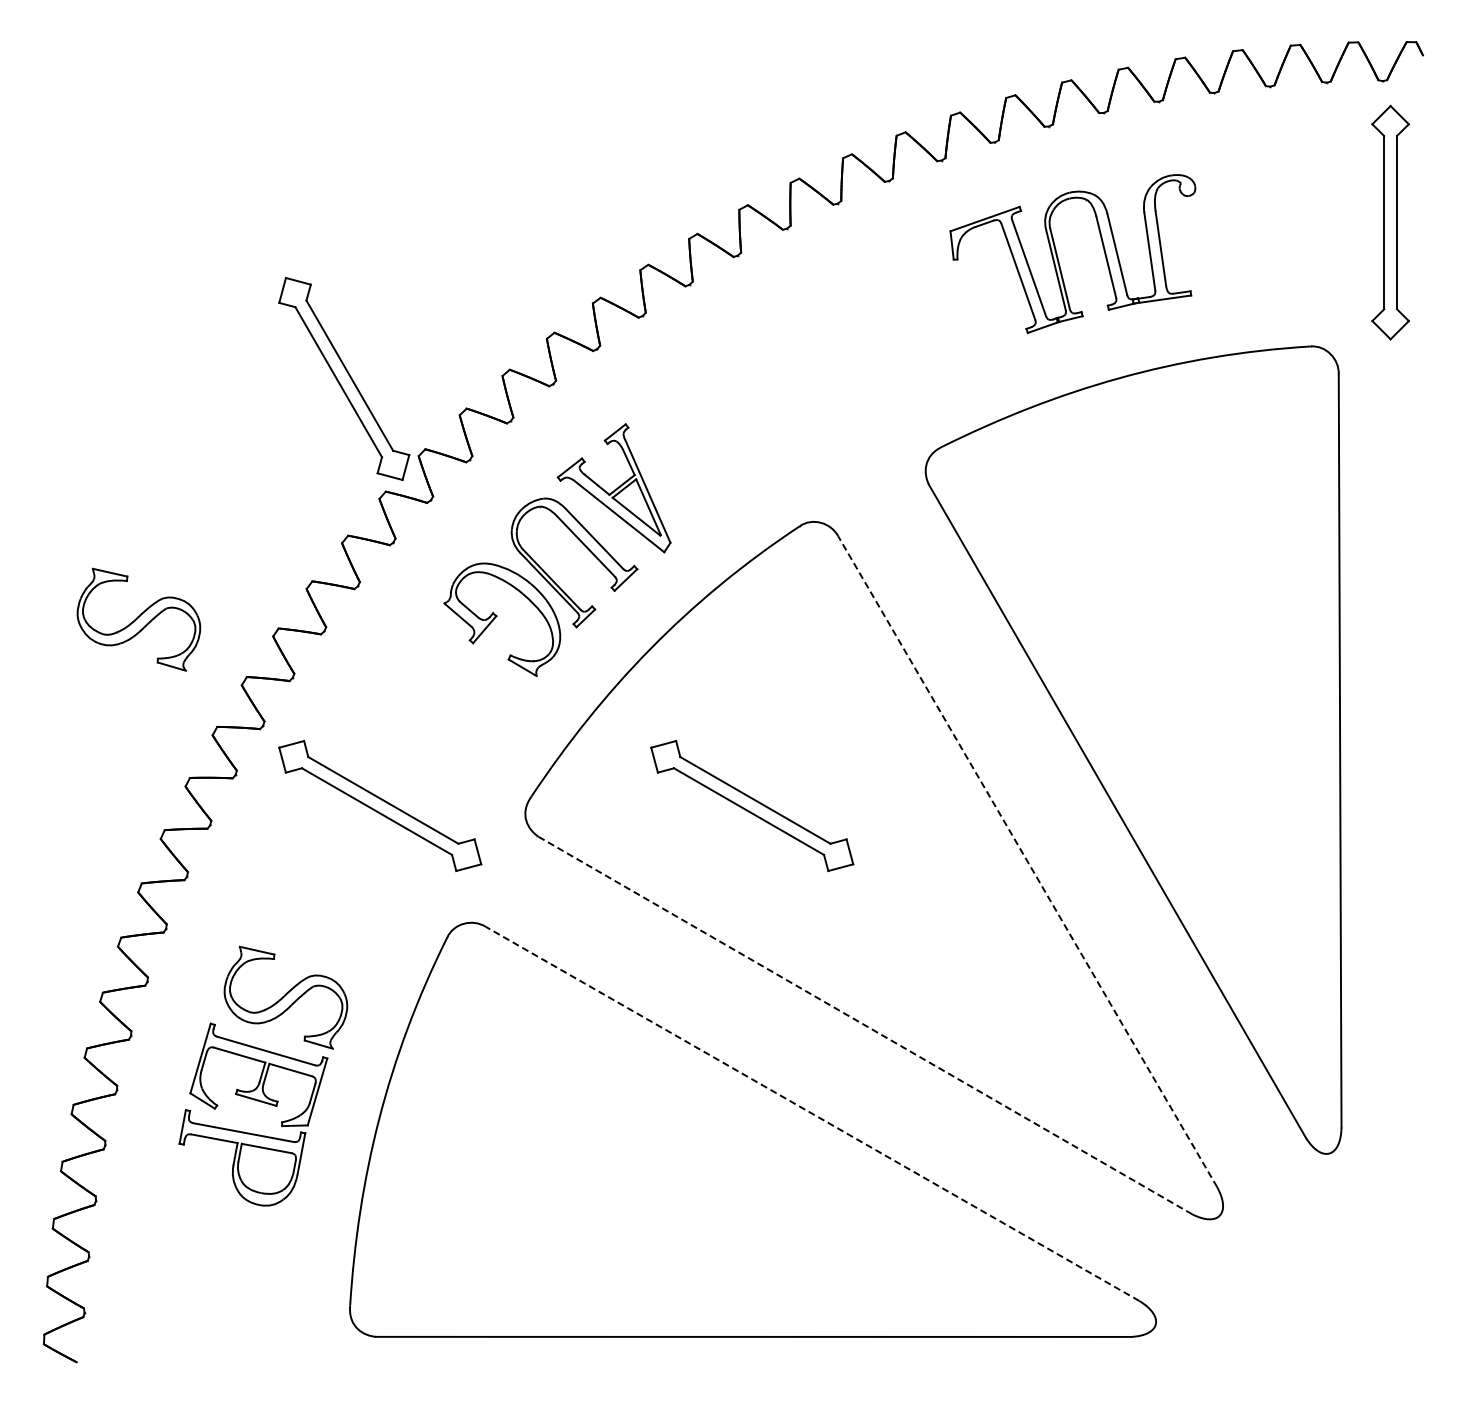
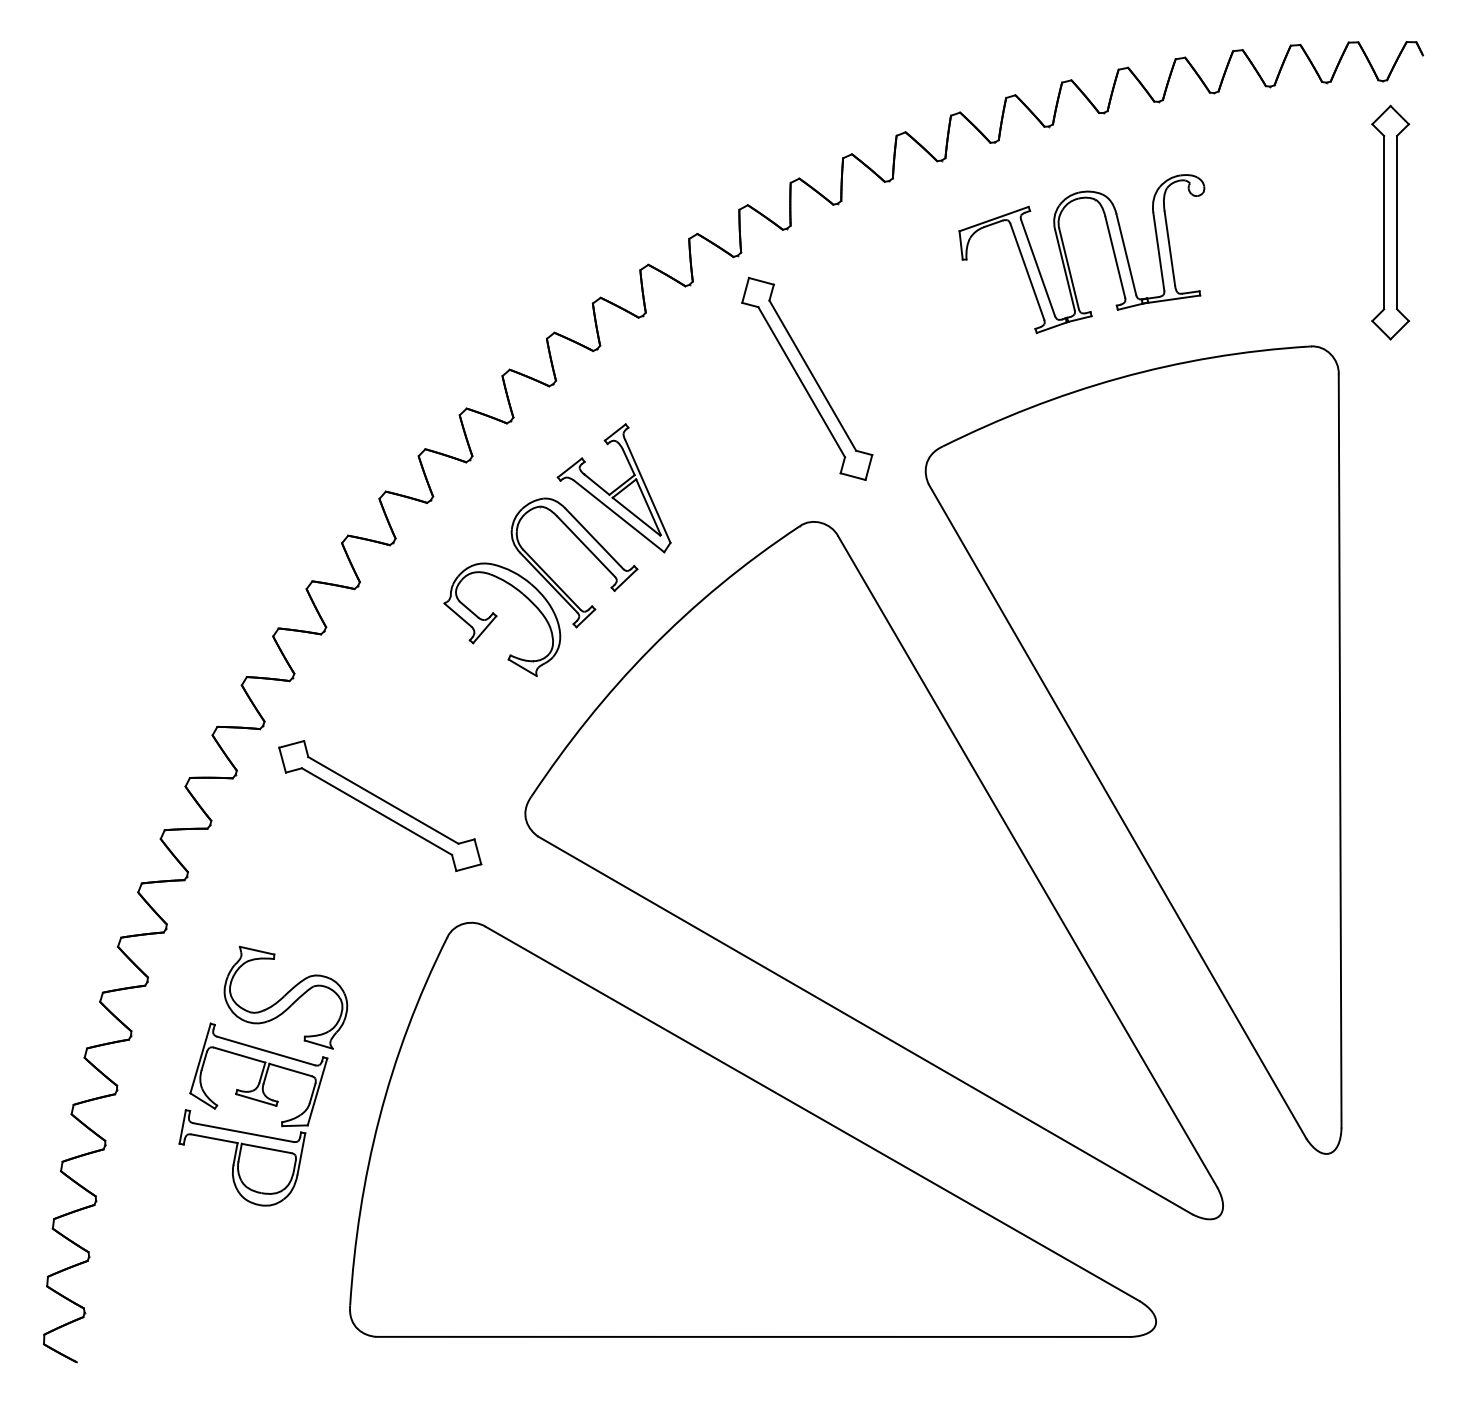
part at (1058, 257) position: (1058, 257) -> (1067, 257)
part at (344, 378) position: (344, 378) -> (807, 378)
part at (138, 619): present -> none
part at (752, 805): present -> none
line at (1027, 861): dashed -> solid
line at (865, 1025): dashed -> solid
line at (812, 1113): dashed -> solid
